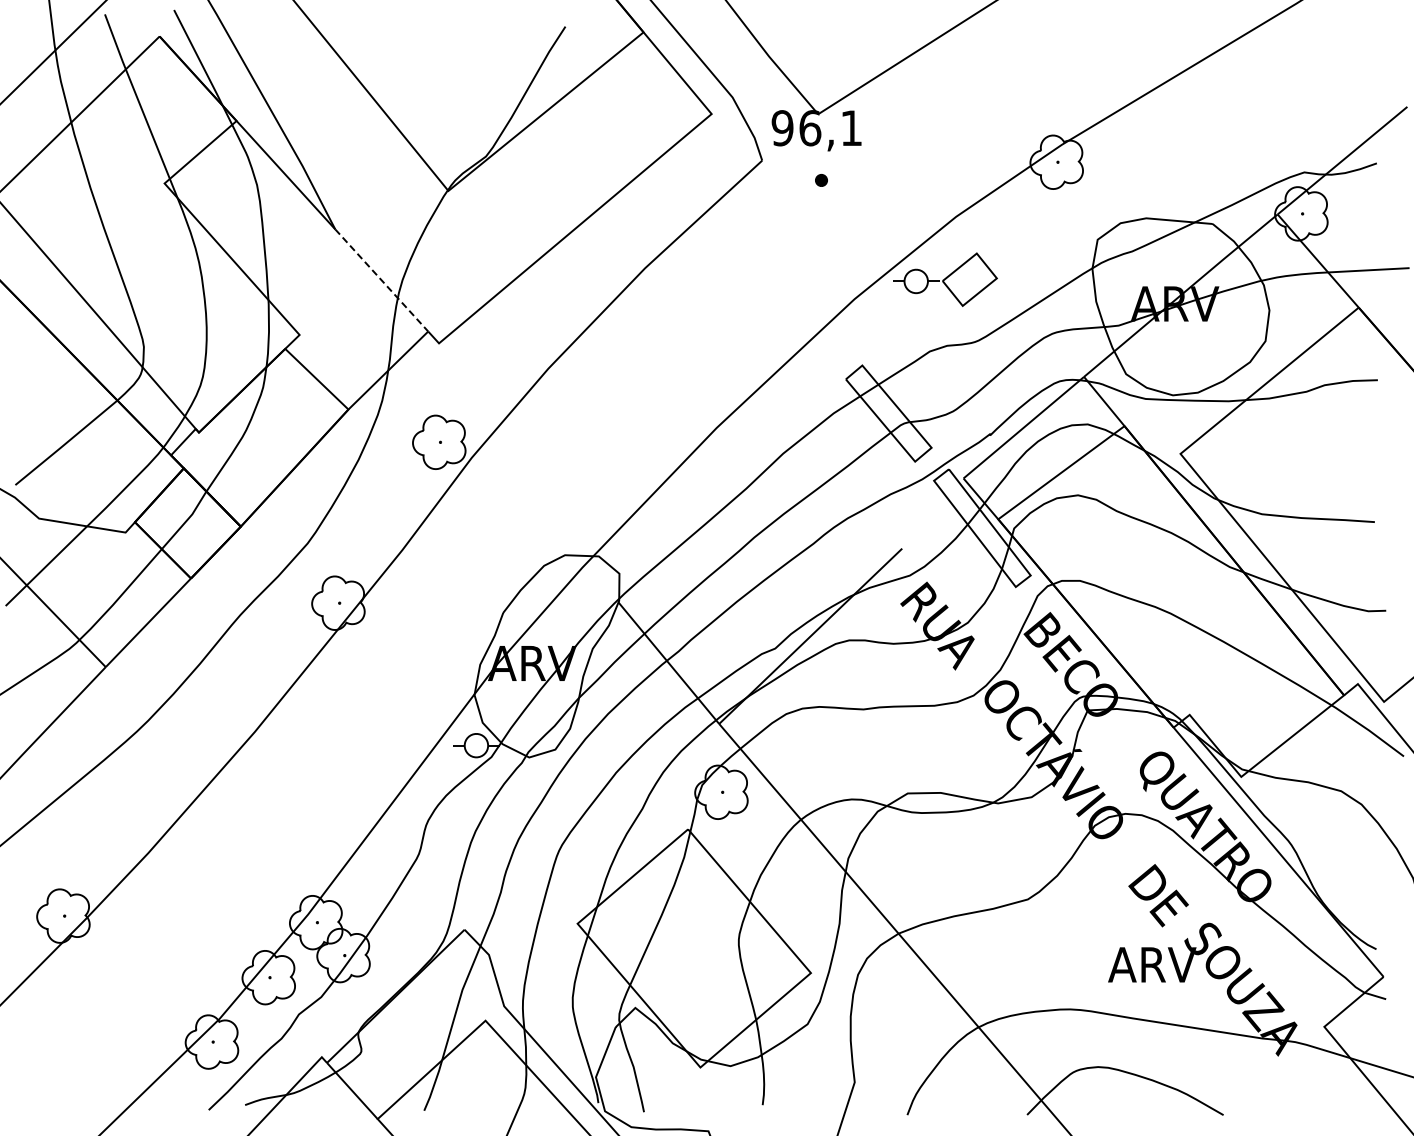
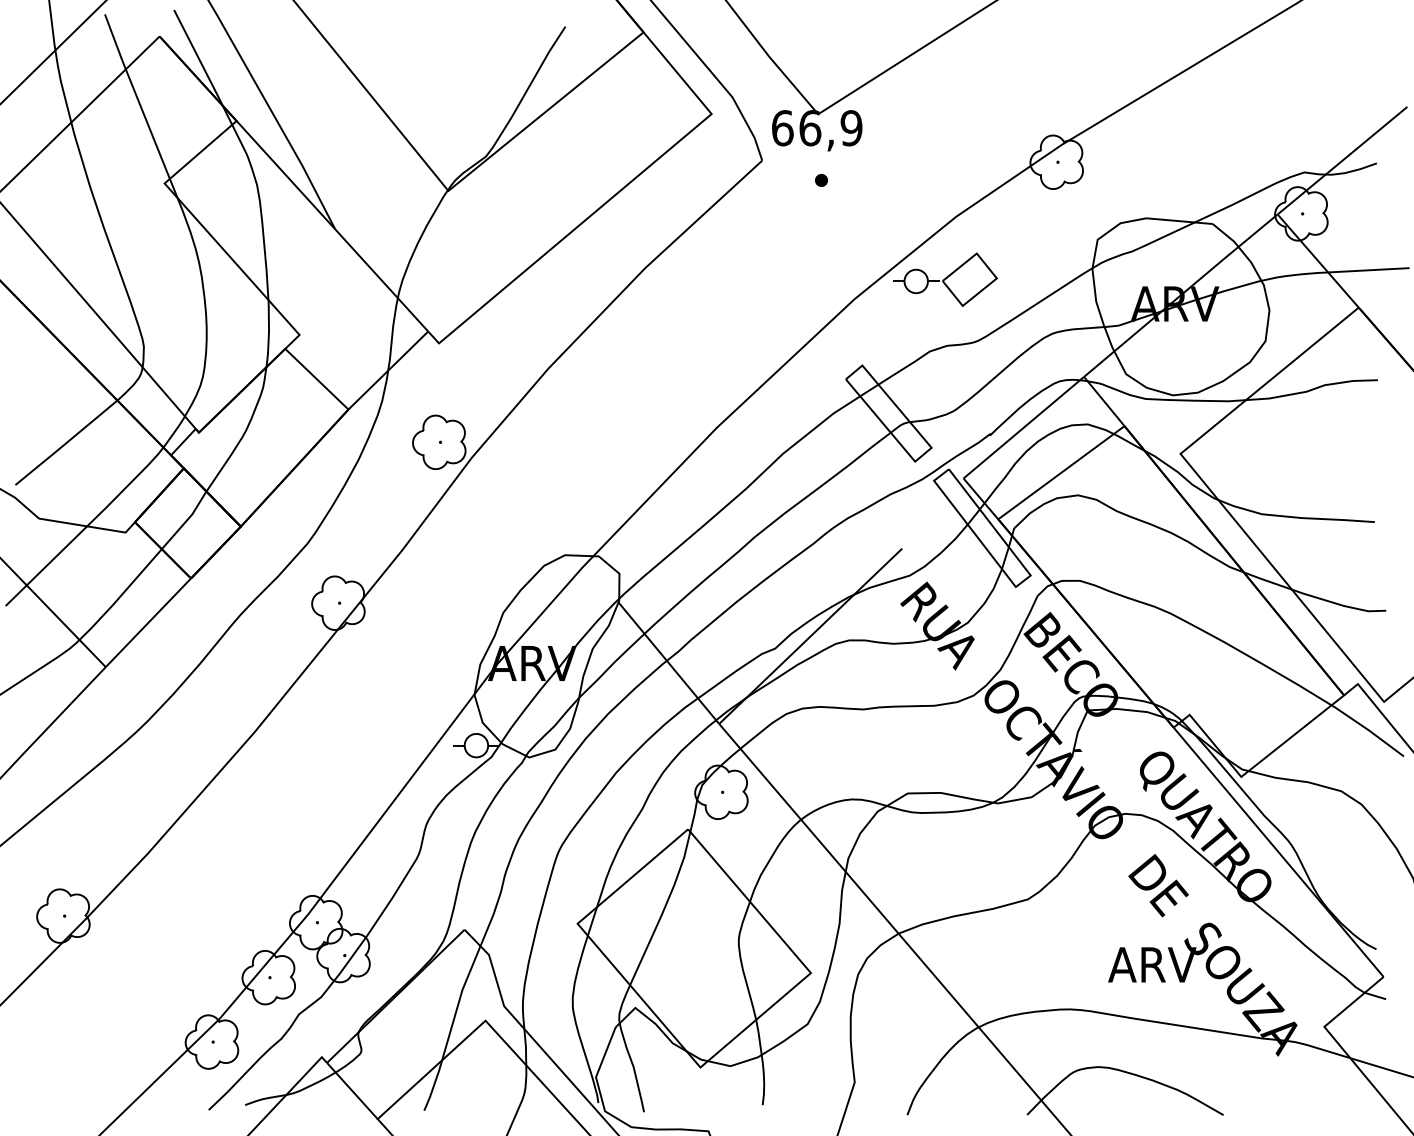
text at (816, 128): 96,1 -> 66,9
line at (382, 280): dashed -> solid
text at (1158, 895) position: (1158, 895) -> (1158, 885)
